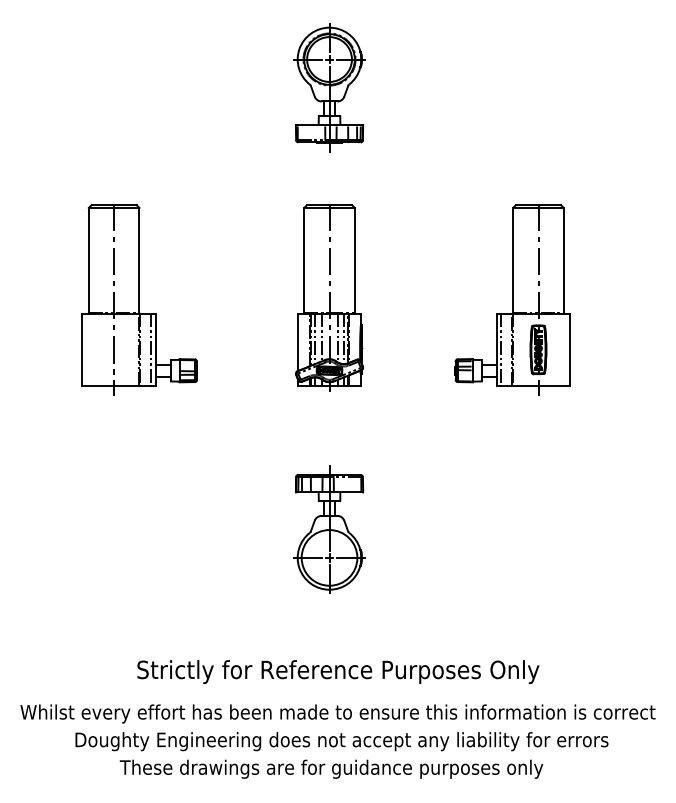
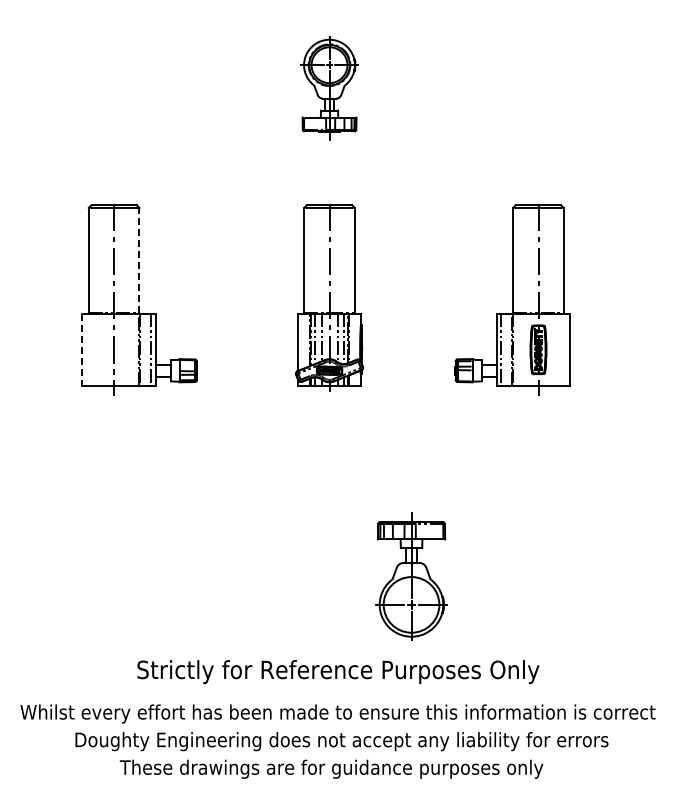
part at (329, 87) size: 73x130 px -> 59x105 px
line at (139, 259): solid -> dashed
line at (82, 350): solid -> dashed
part at (329, 529) position: (329, 529) -> (411, 576)
